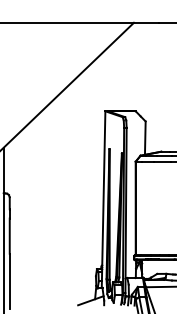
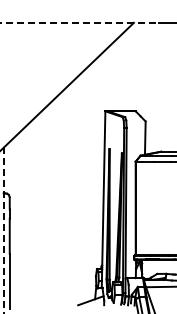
line at (79, 22): solid -> dashed
line at (3, 230): solid -> dashed
